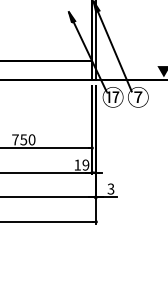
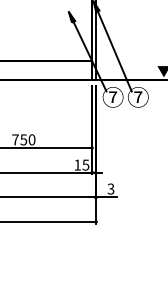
text at (112, 96): ⑰ -> ⑦
text at (85, 164): 19 -> 15
